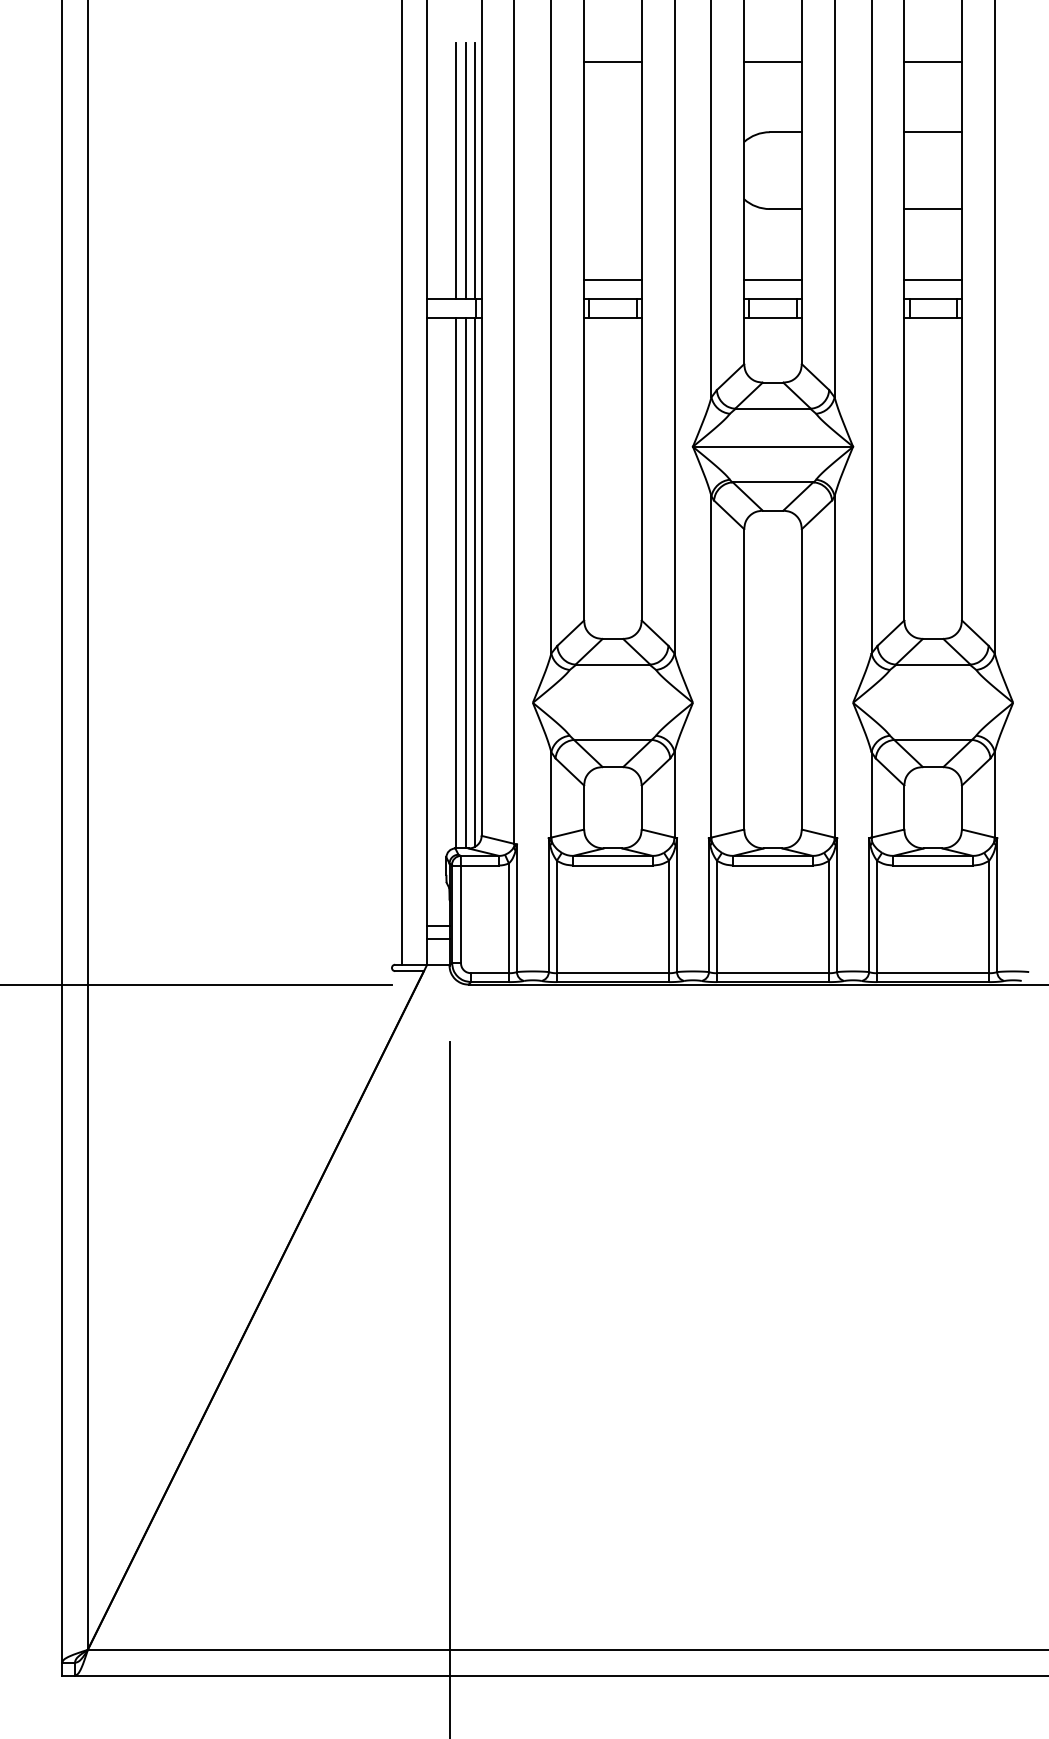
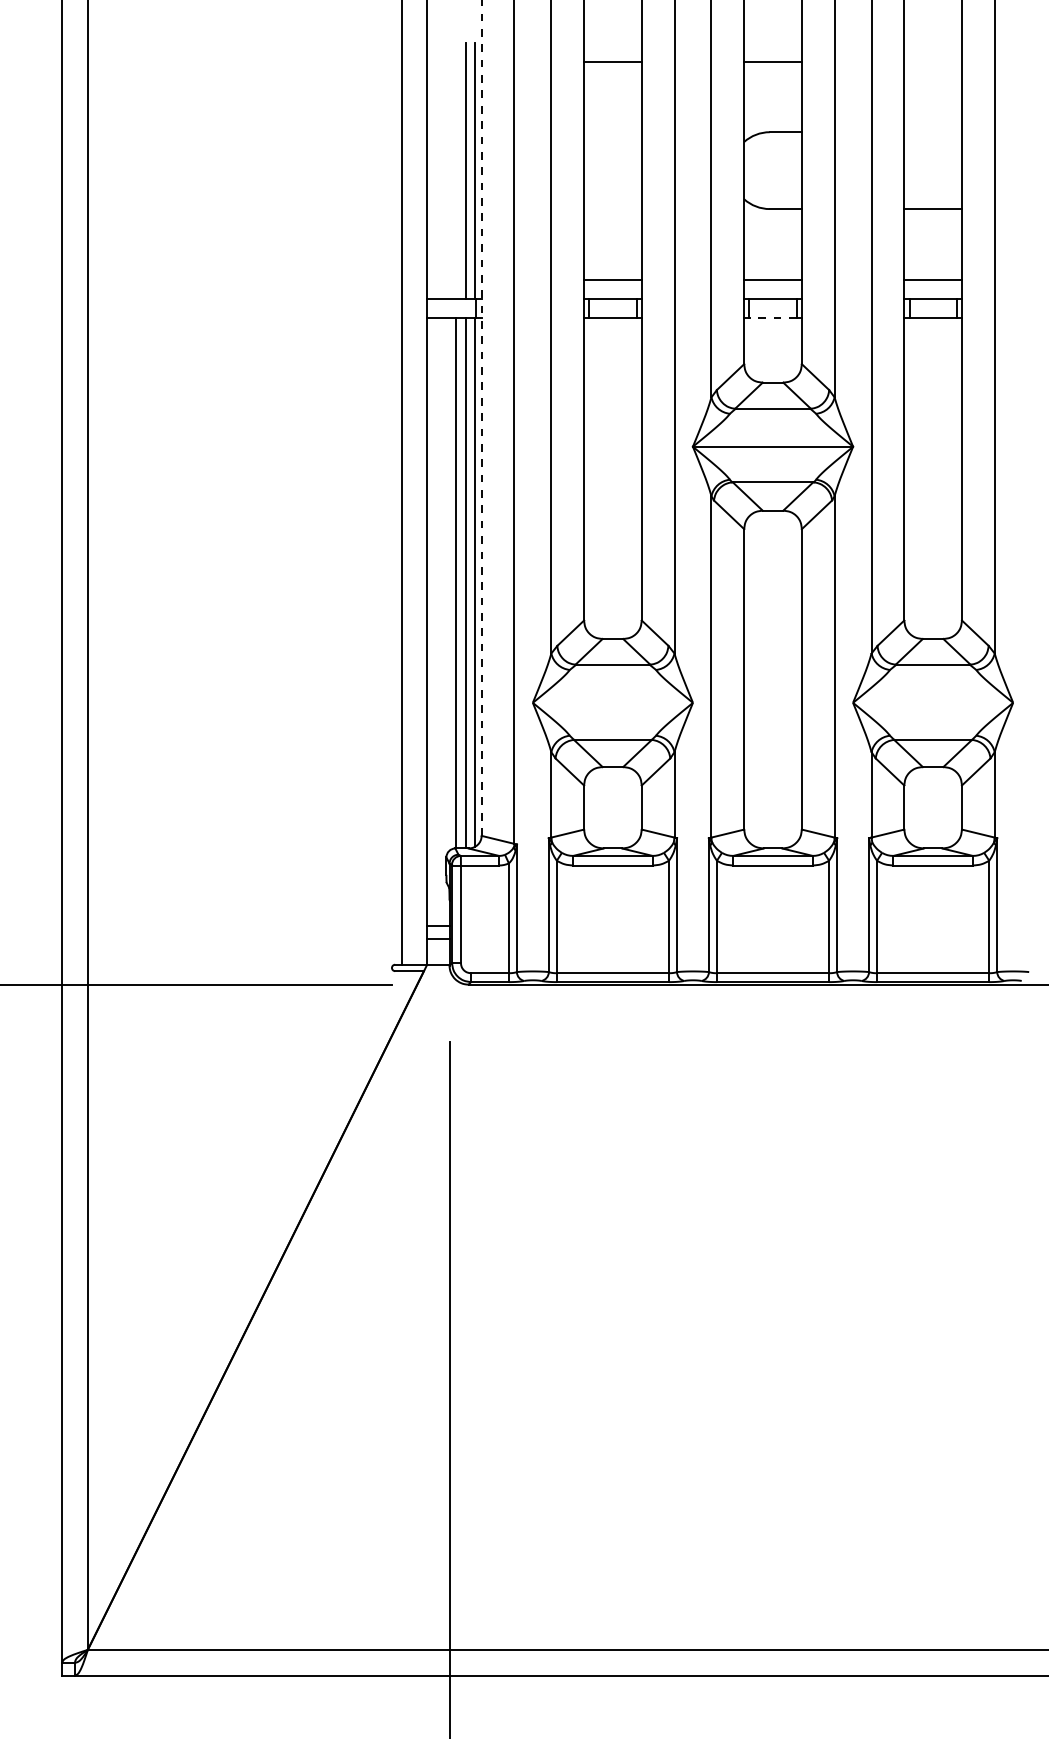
line at (932, 61): present -> none
line at (932, 132): present -> none
line at (456, 170): present -> none
line at (773, 317): solid -> dashed
line at (481, 418): solid -> dashed
